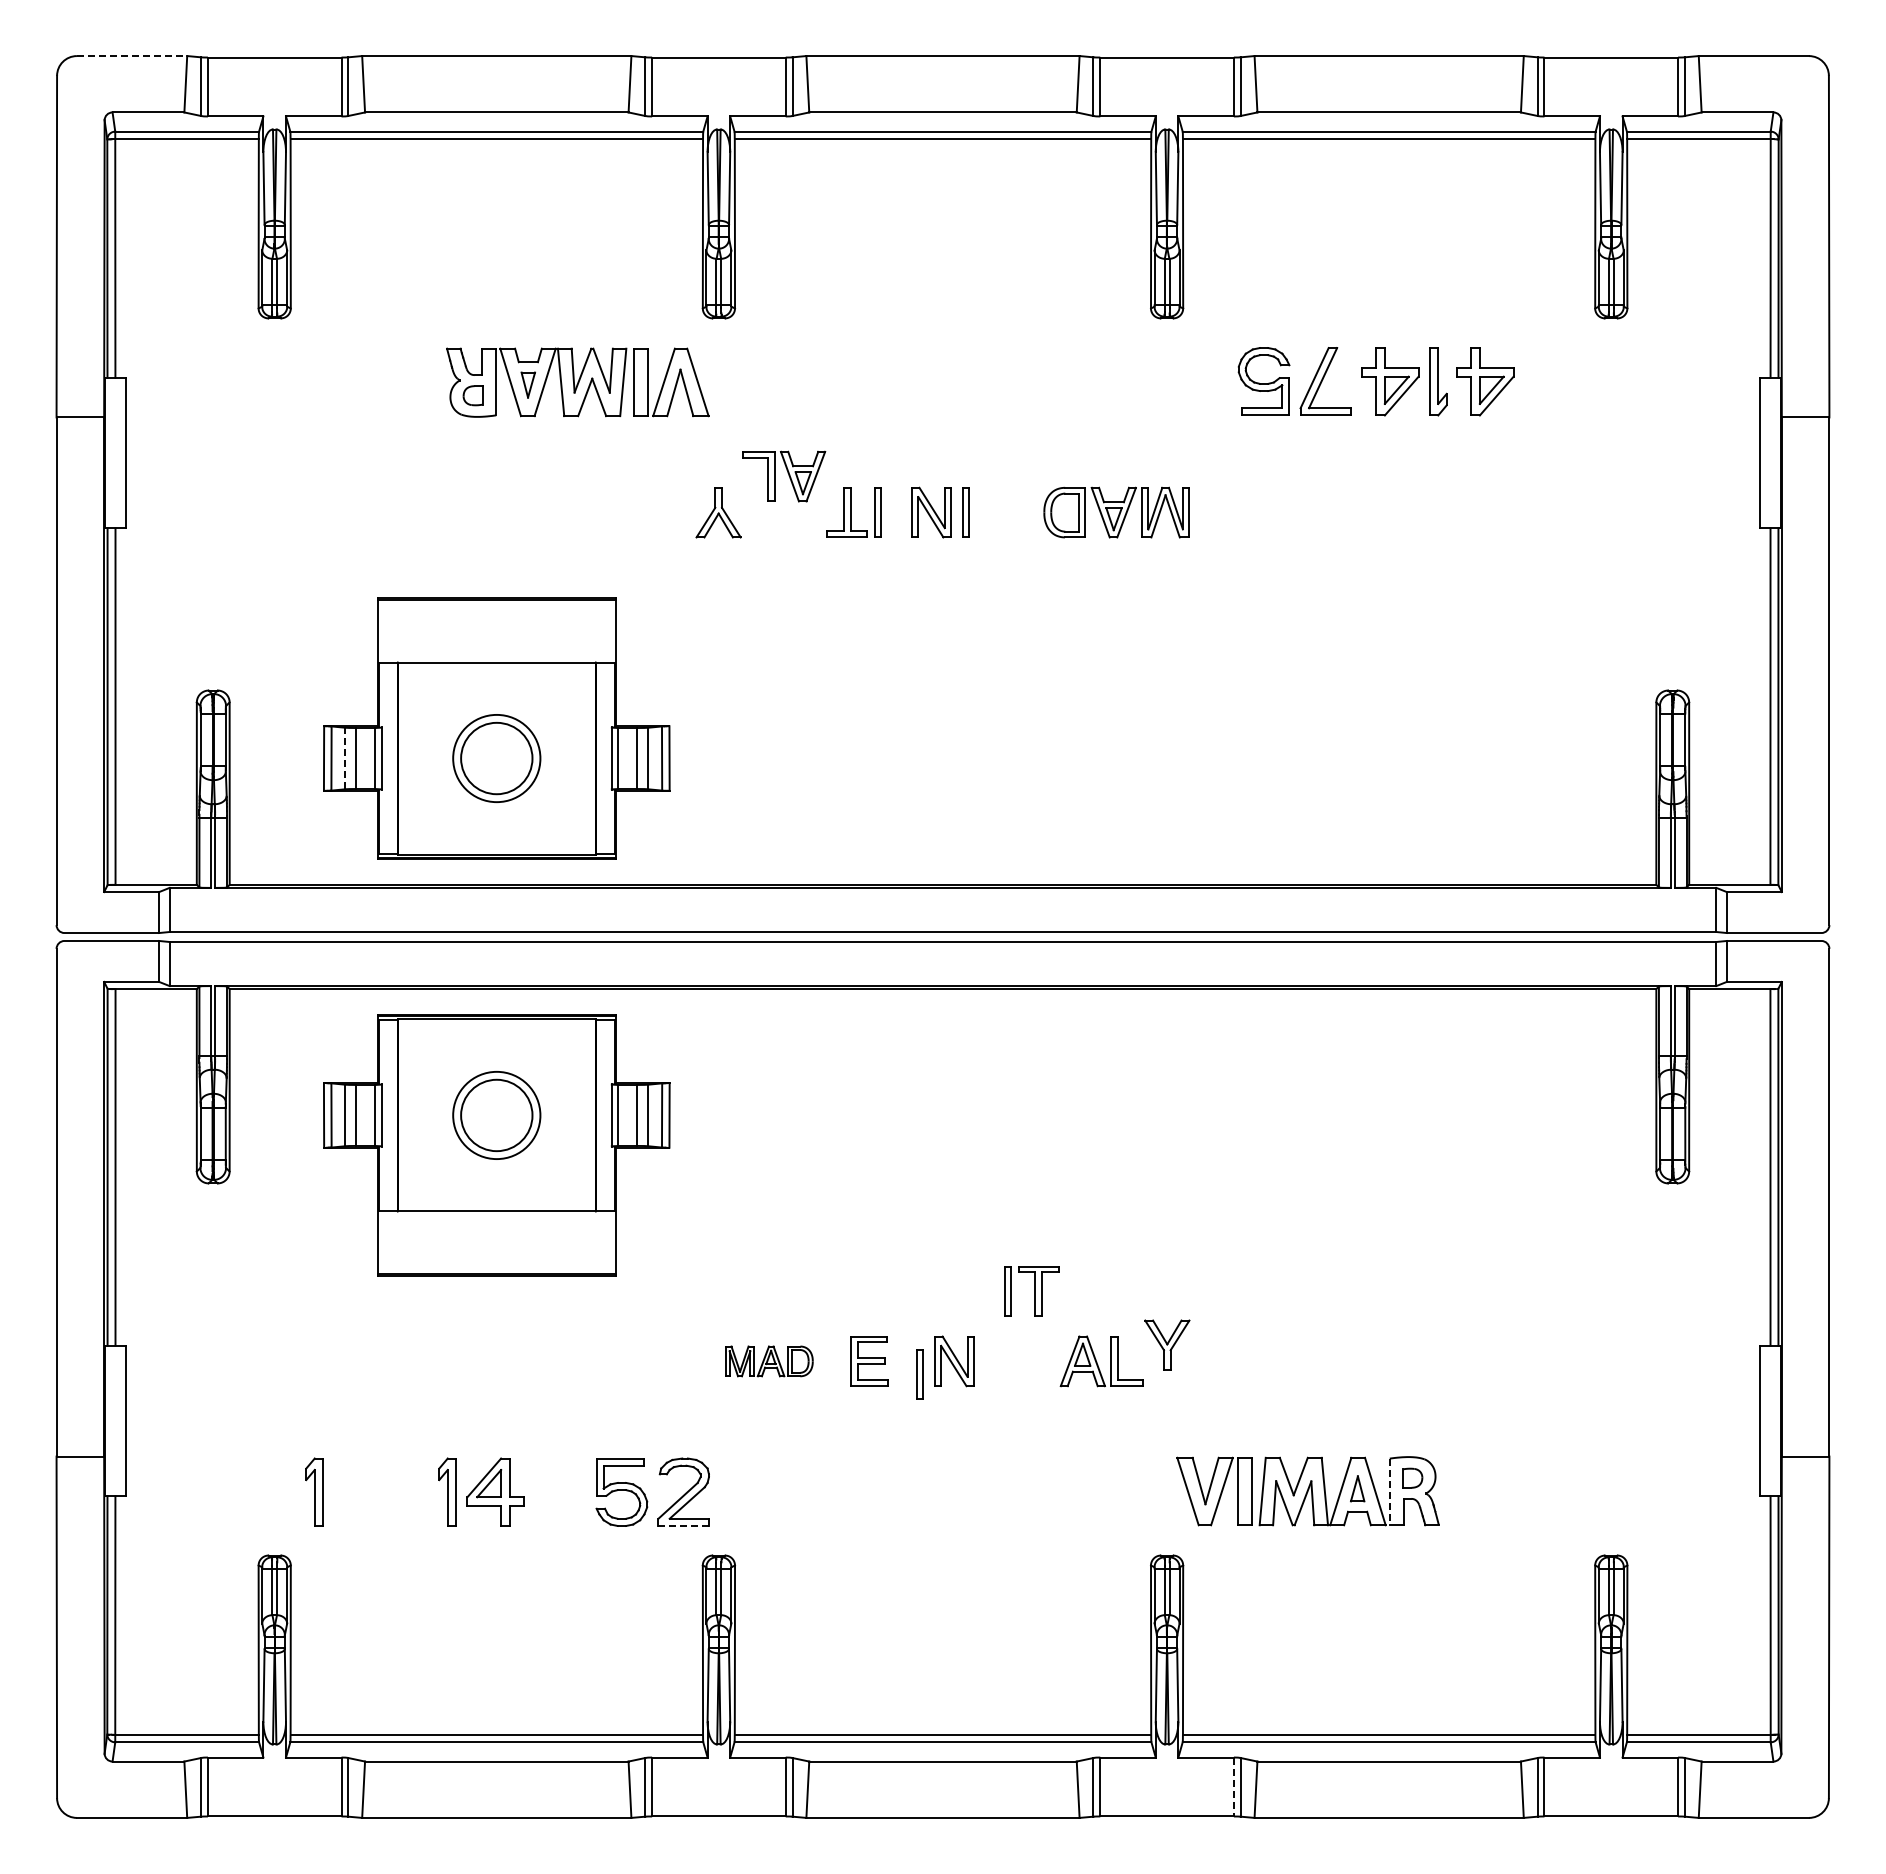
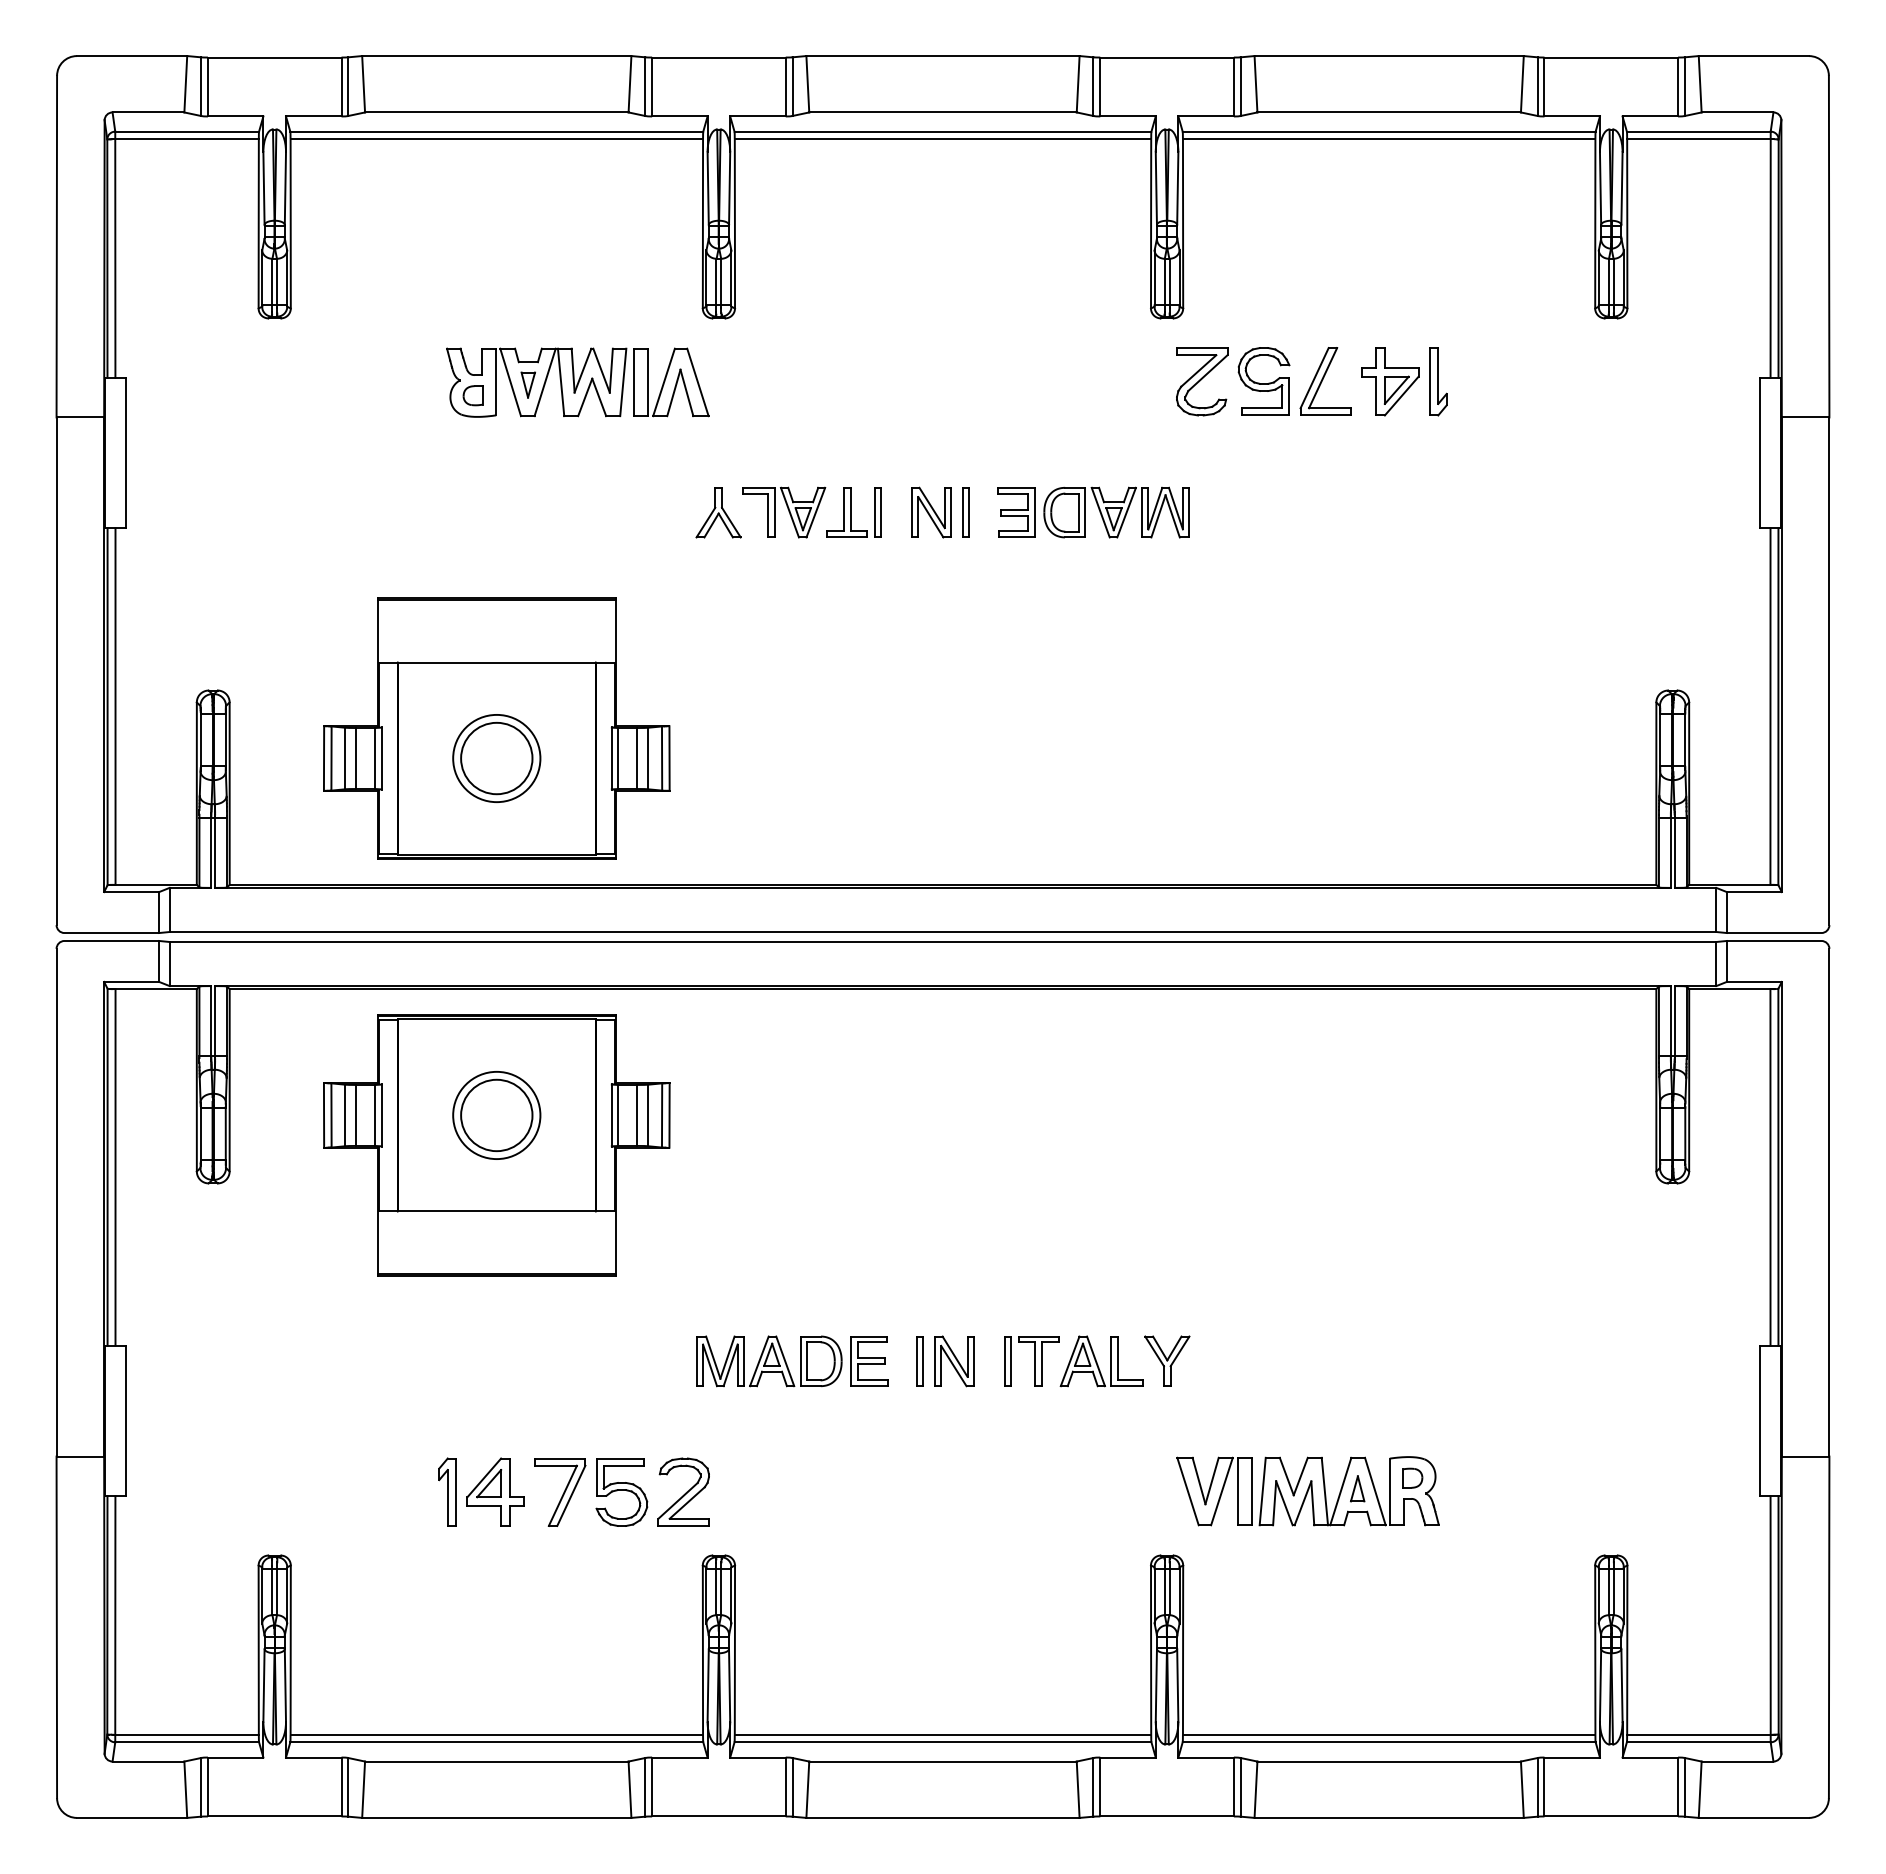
line at (132, 56): dashed -> solid
part at (1202, 381): none -> present
part at (1485, 381): present -> none
part at (784, 476) position: (784, 476) -> (784, 512)
part at (1016, 512): none -> present
line at (345, 758): dashed -> solid
part at (1031, 1291) position: (1031, 1291) -> (1031, 1361)
part at (1167, 1344) position: (1167, 1344) -> (1167, 1360)
part at (769, 1361) size: 89x33 px -> 147x53 px
part at (919, 1374) position: (919, 1374) -> (919, 1361)
part at (314, 1491): present -> none
part at (560, 1492): none -> present
line at (1389, 1492): dashed -> solid
line at (683, 1525): dashed -> solid
line at (1233, 1787): dashed -> solid
